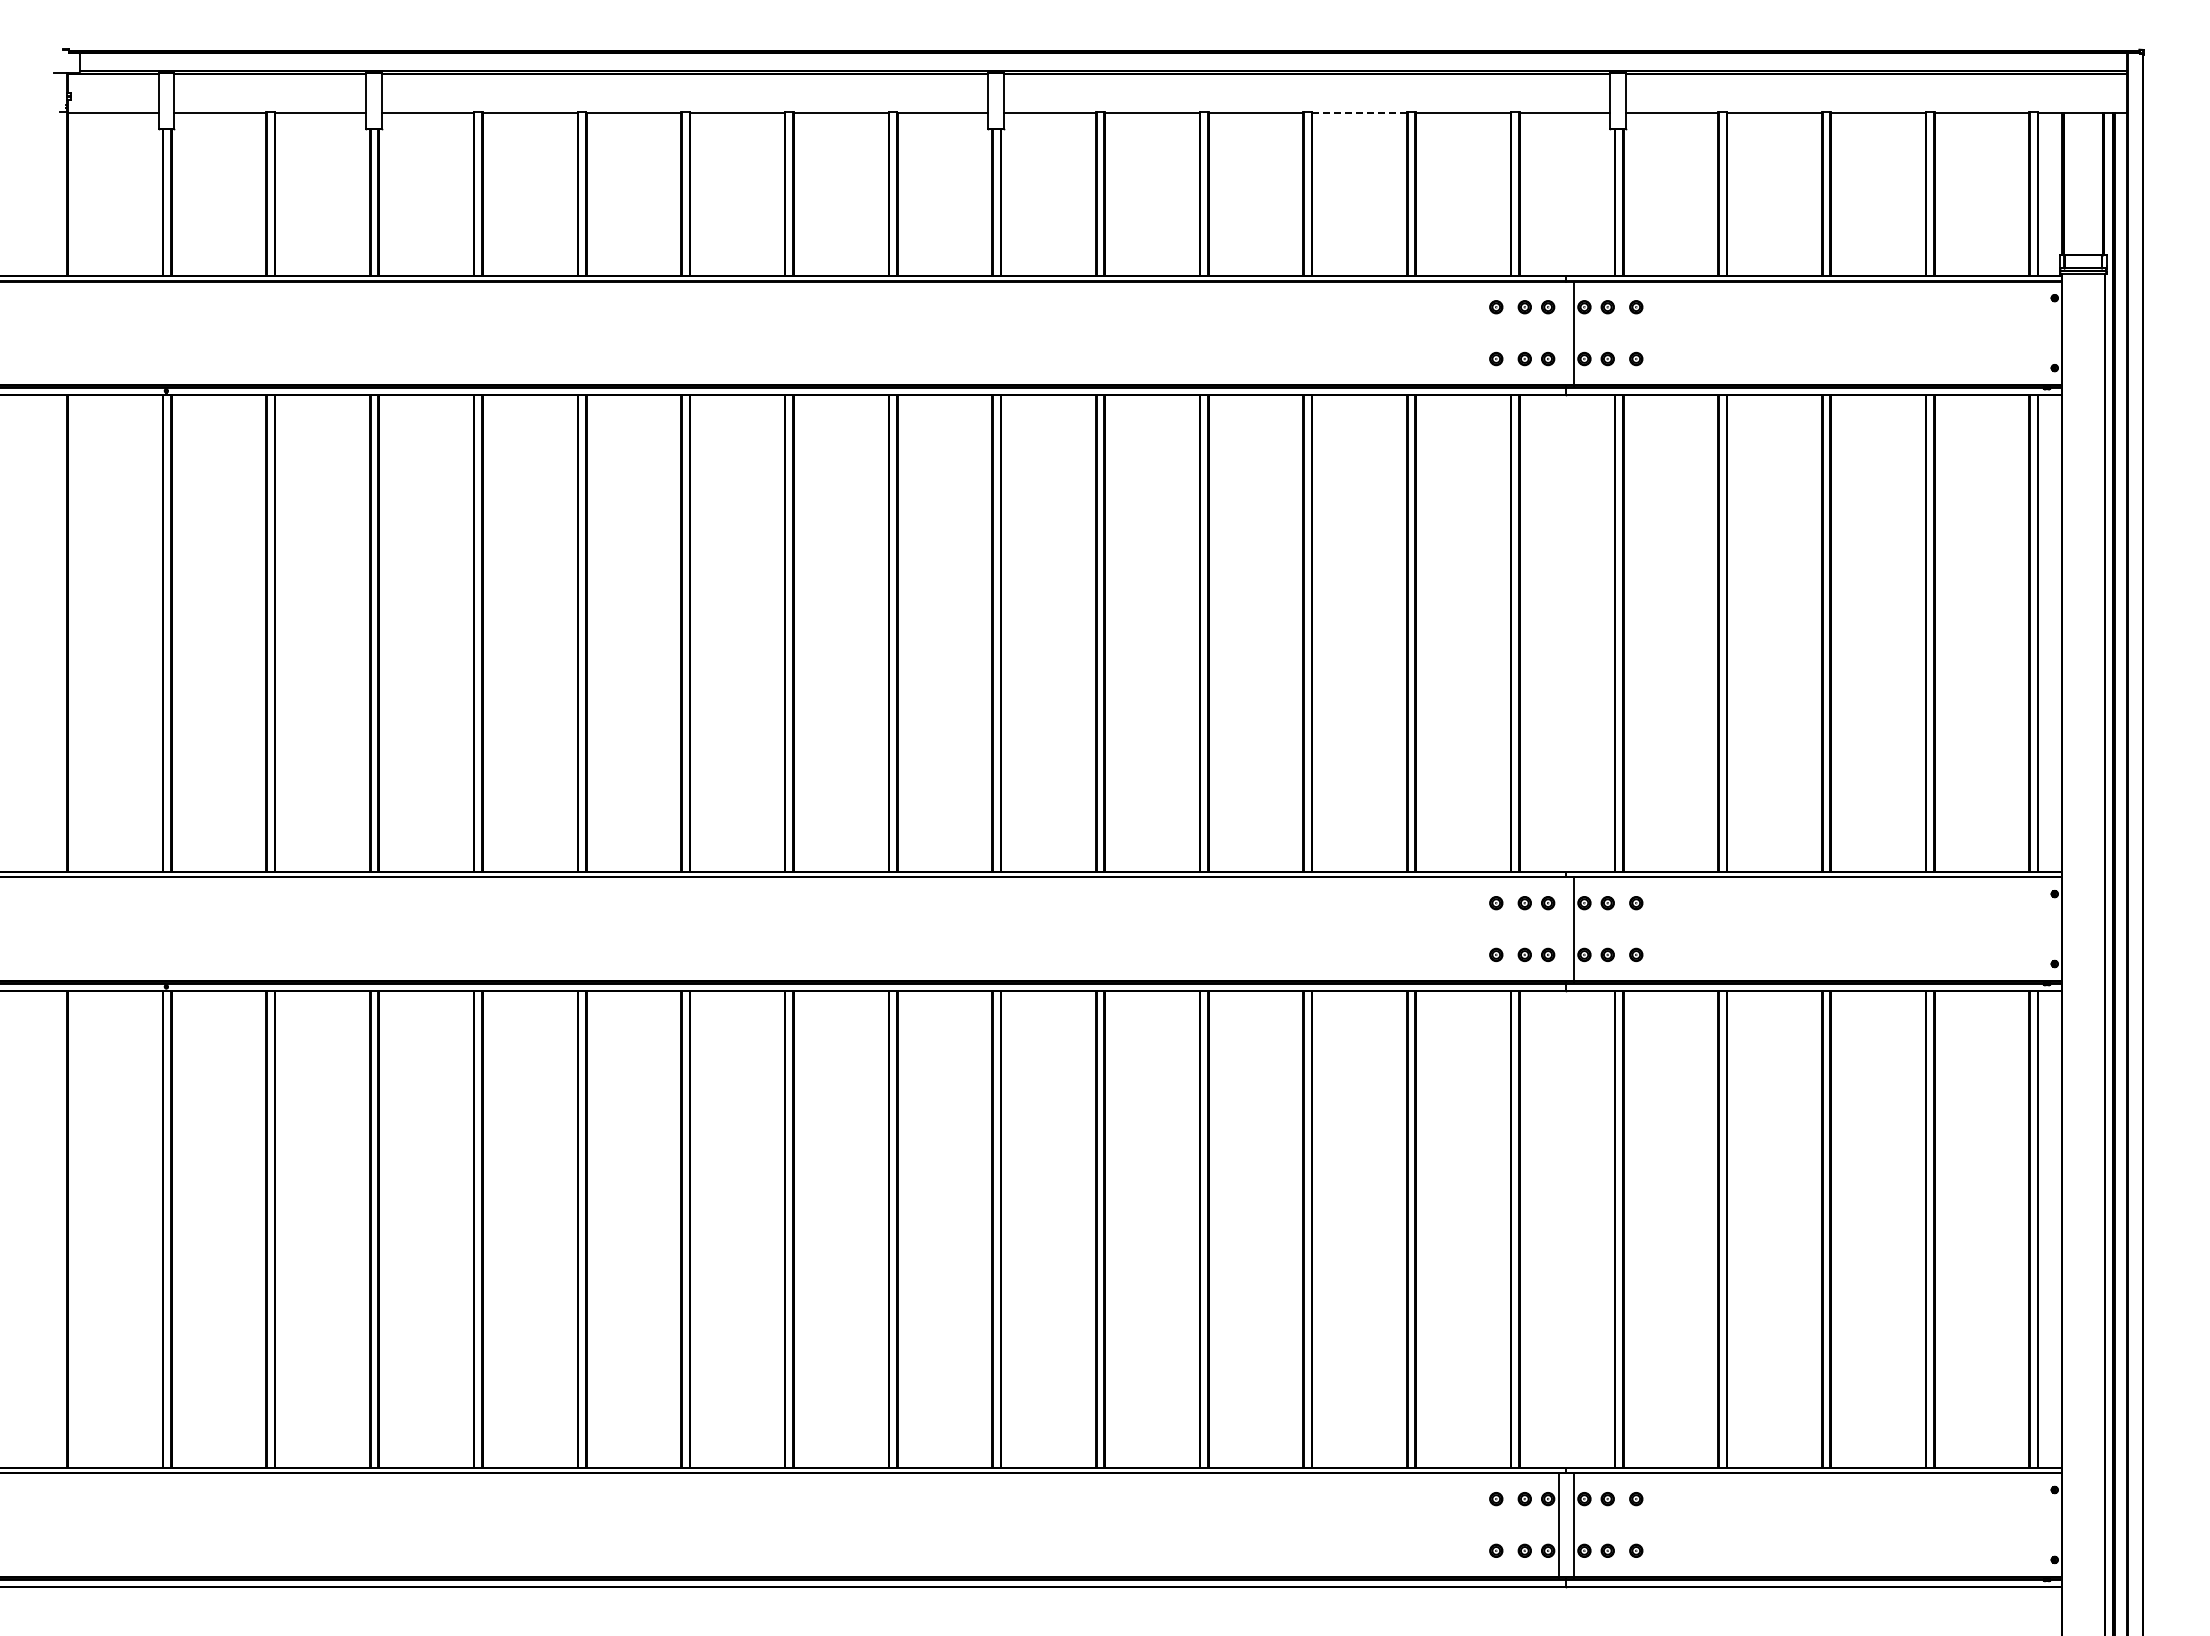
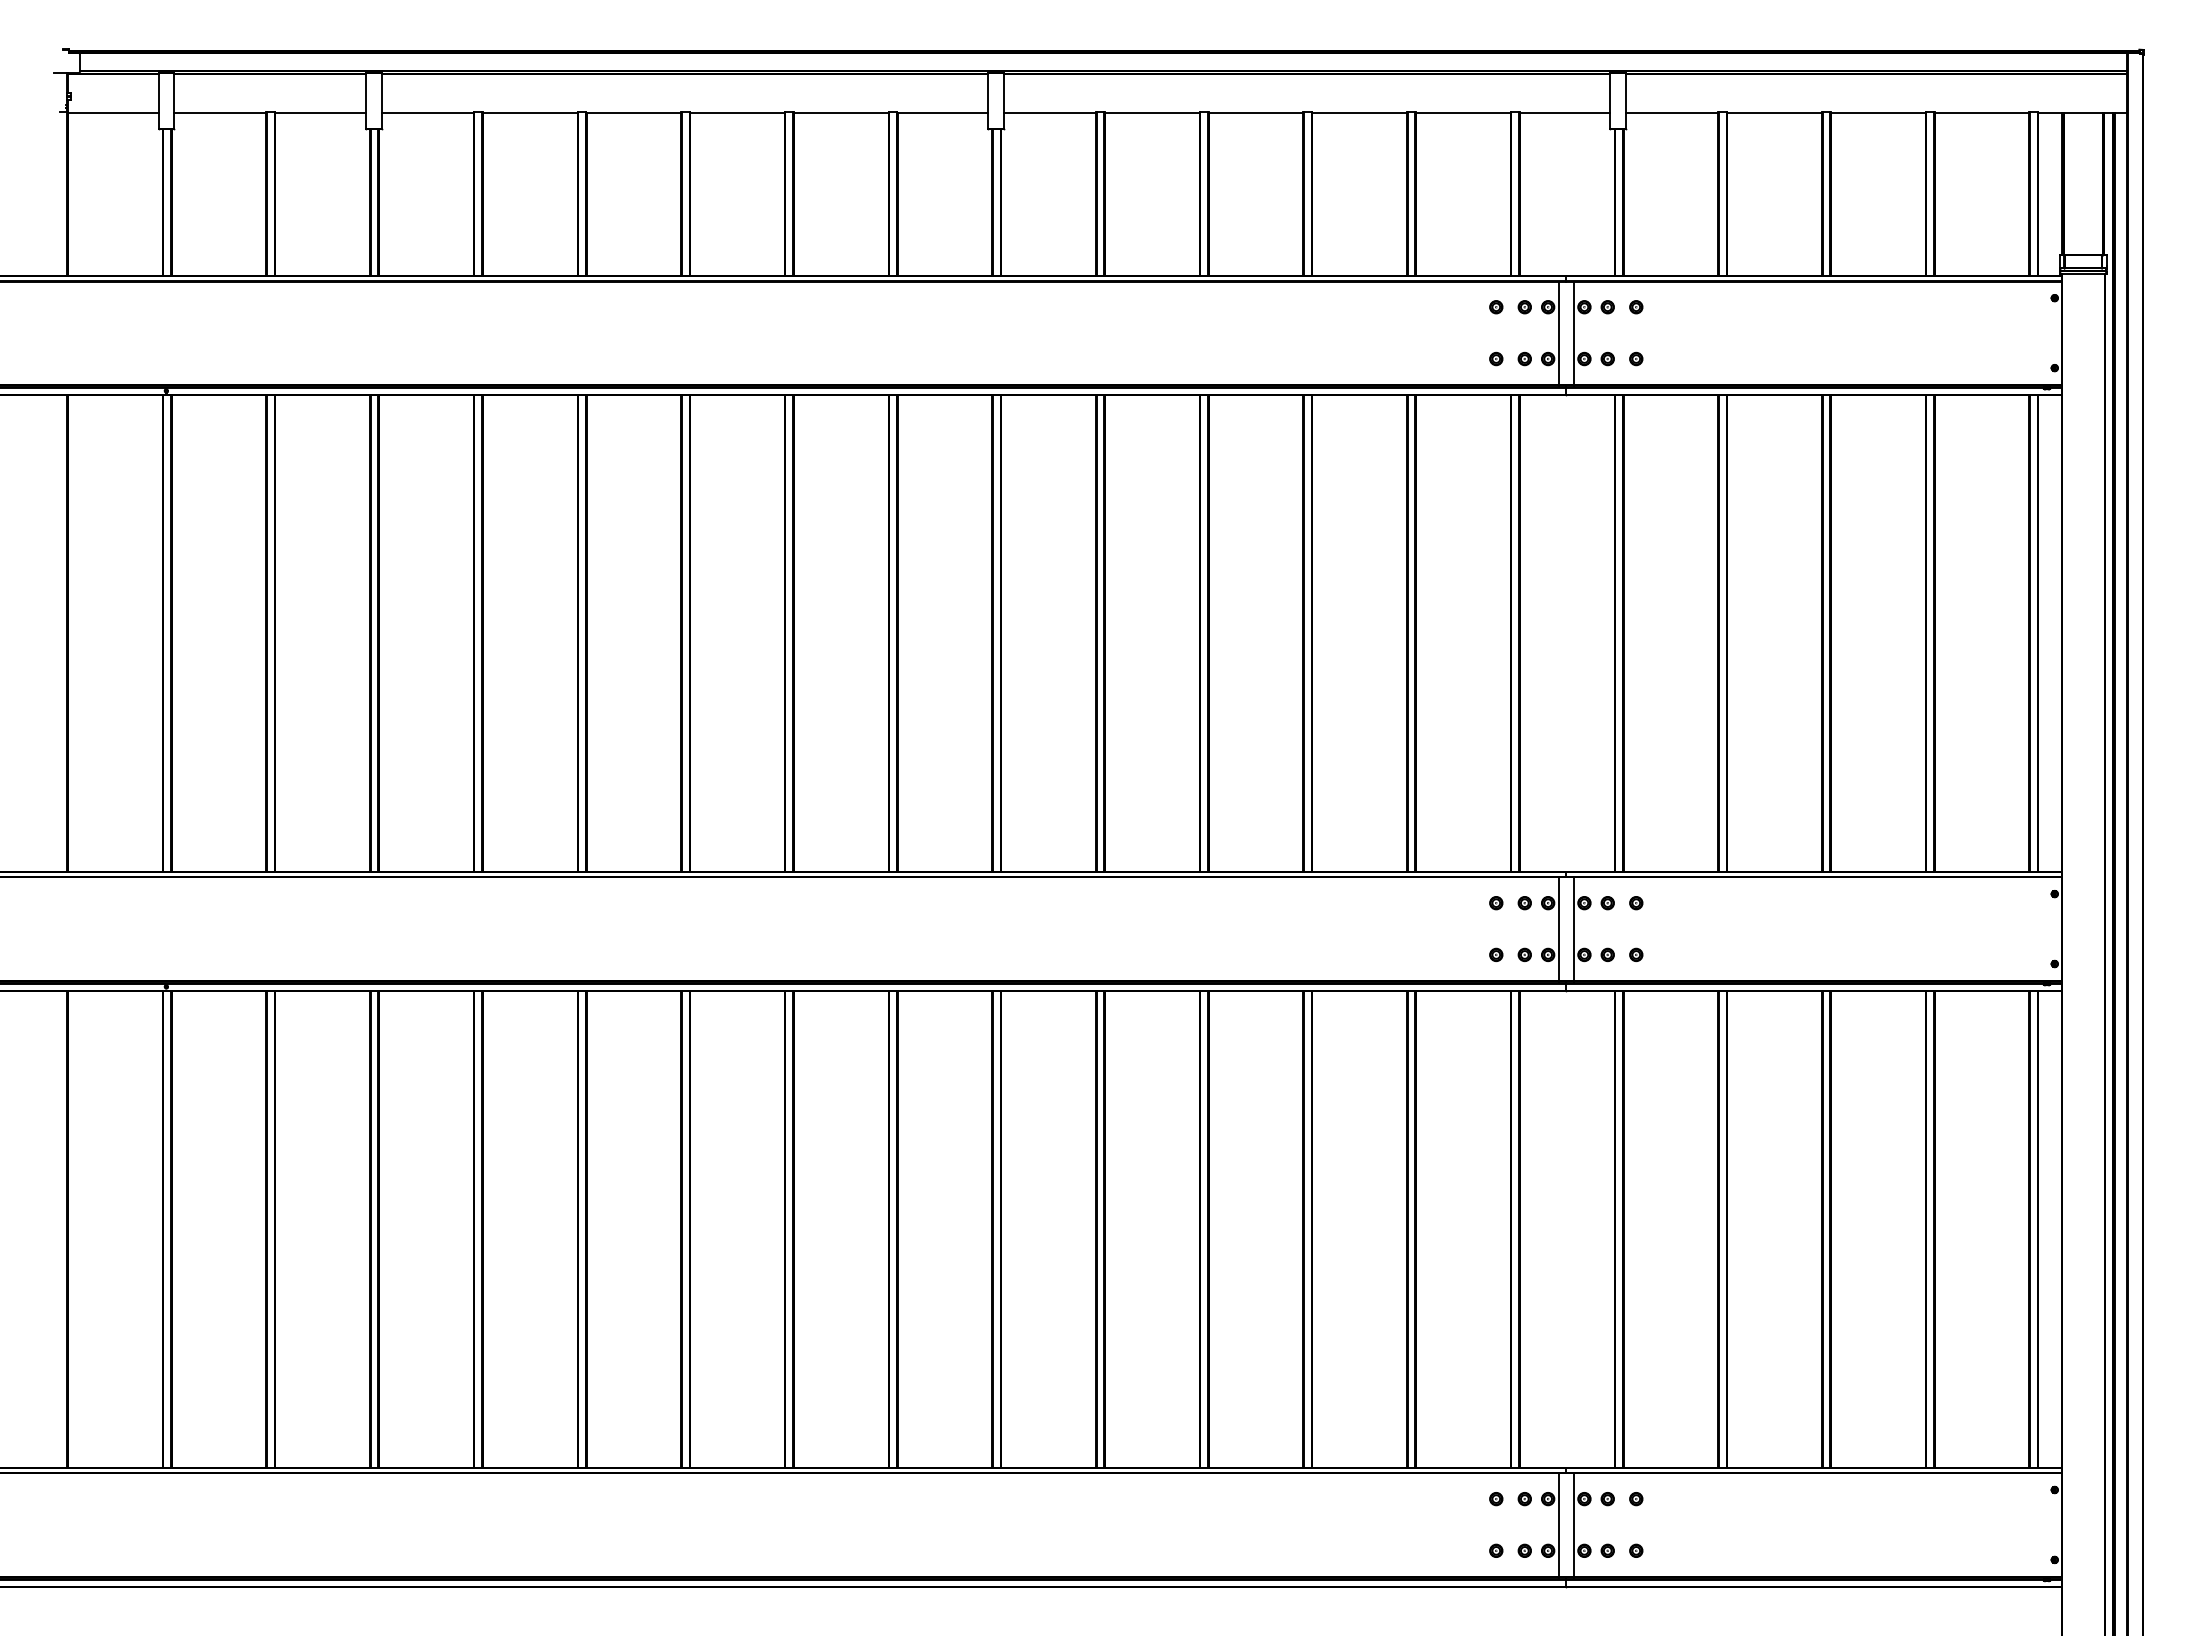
line at (1359, 113): dashed -> solid
line at (1558, 334): none -> present
line at (1558, 930): none -> present
